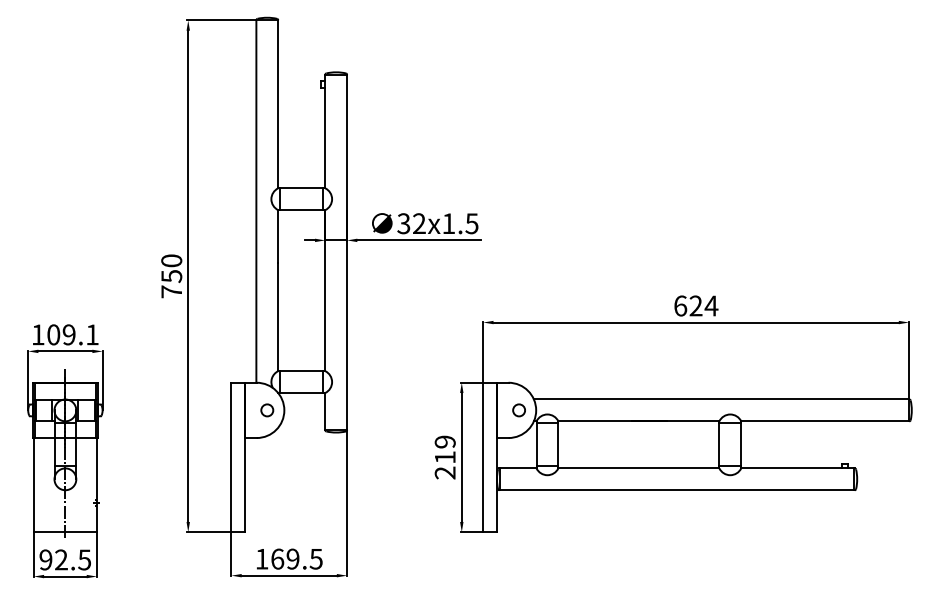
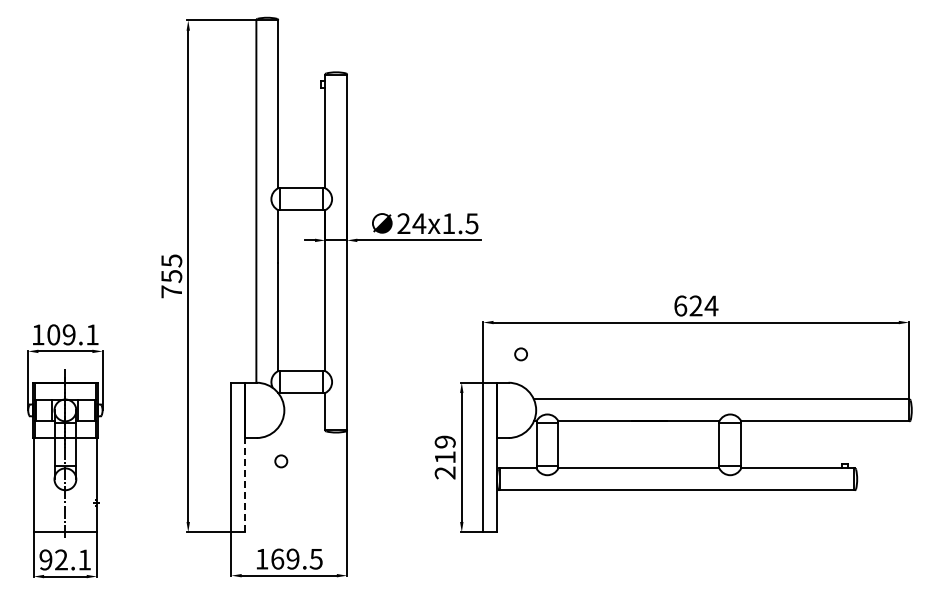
text at (411, 223): 32x1.5 -> 24x1.5
text at (171, 260): 750 -> 755
circle at (267, 410) position: (267, 410) -> (281, 461)
circle at (518, 410) position: (518, 410) -> (520, 354)
line at (245, 485): solid -> dashed
text at (84, 559): 92.5 -> 92.1
